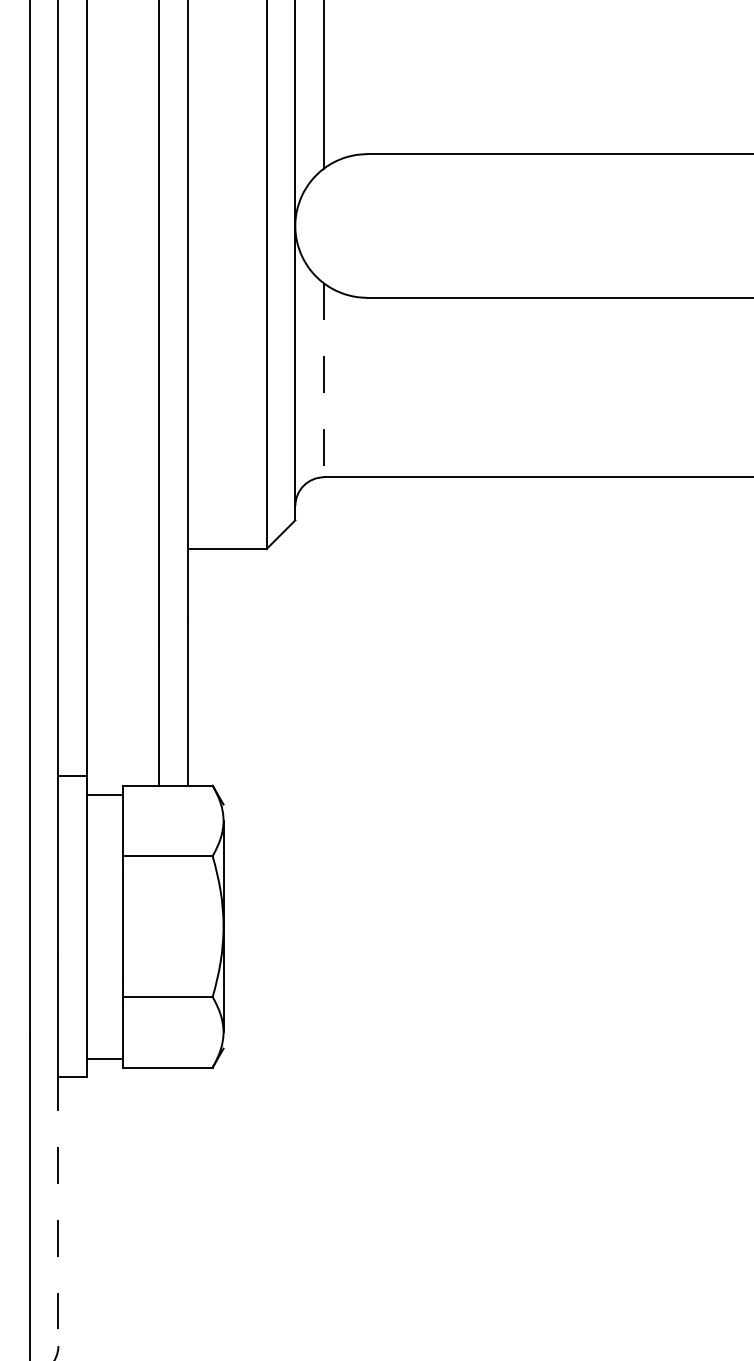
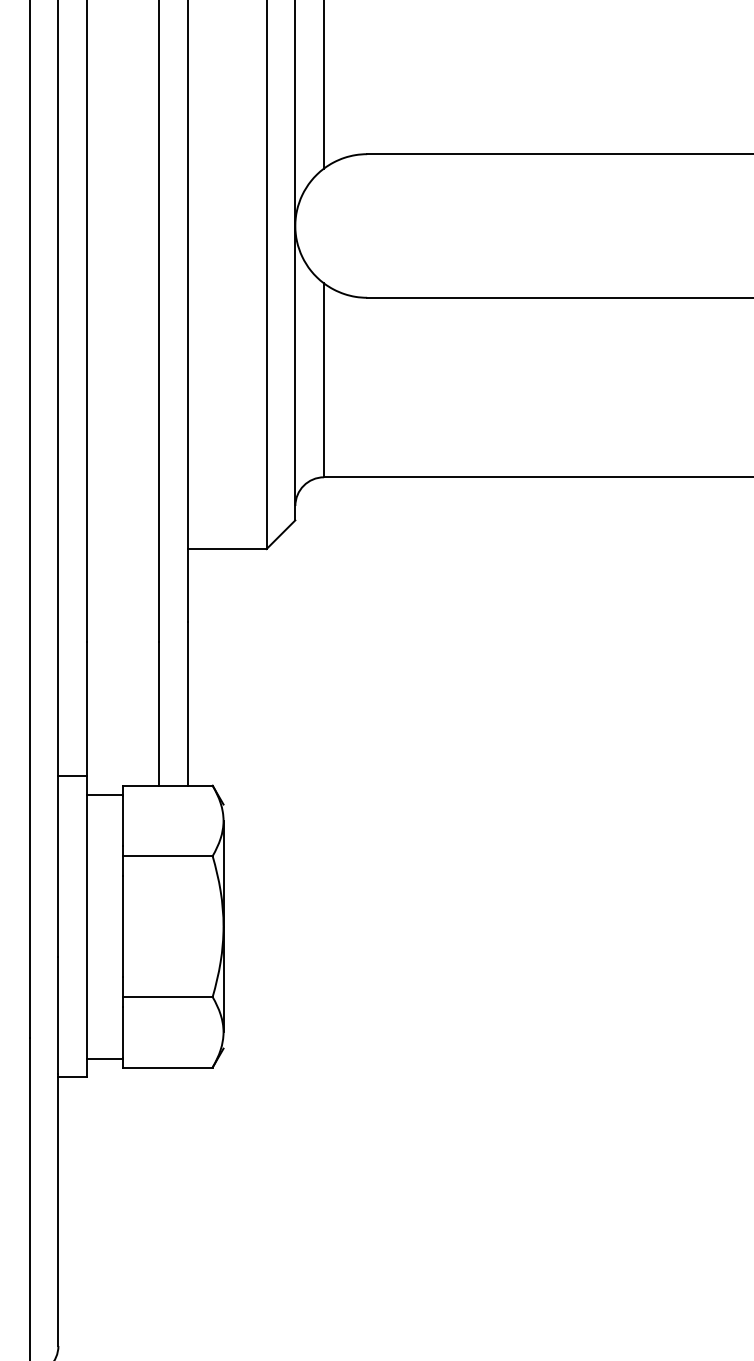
line at (324, 380): dashed -> solid
line at (58, 1210): dashed -> solid
